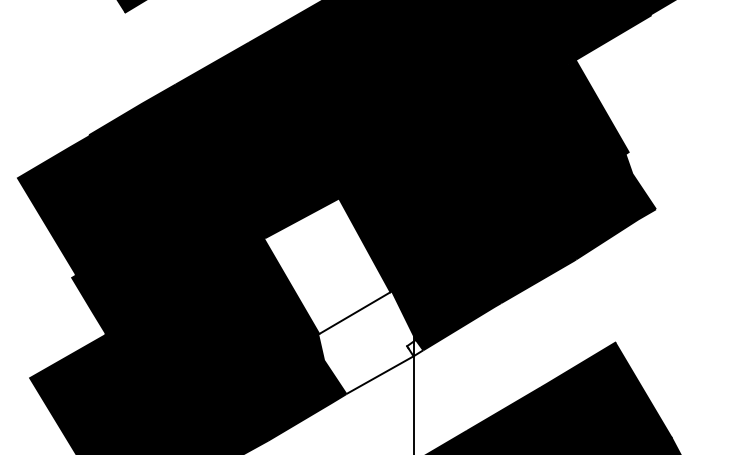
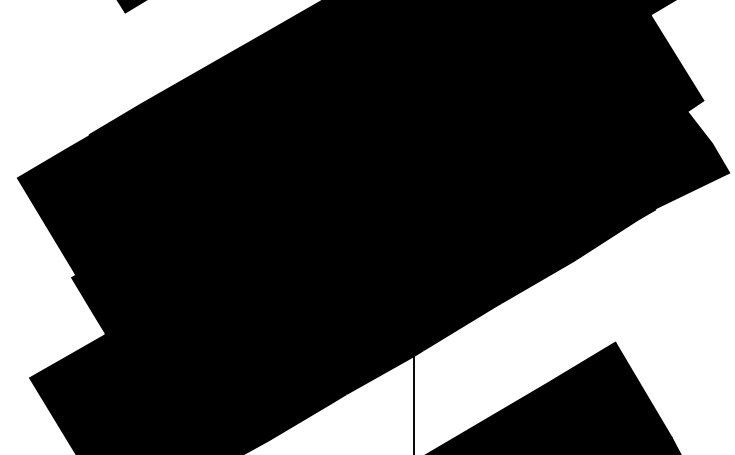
fill at (652, 112): none -> present
fill at (343, 296): none -> present
